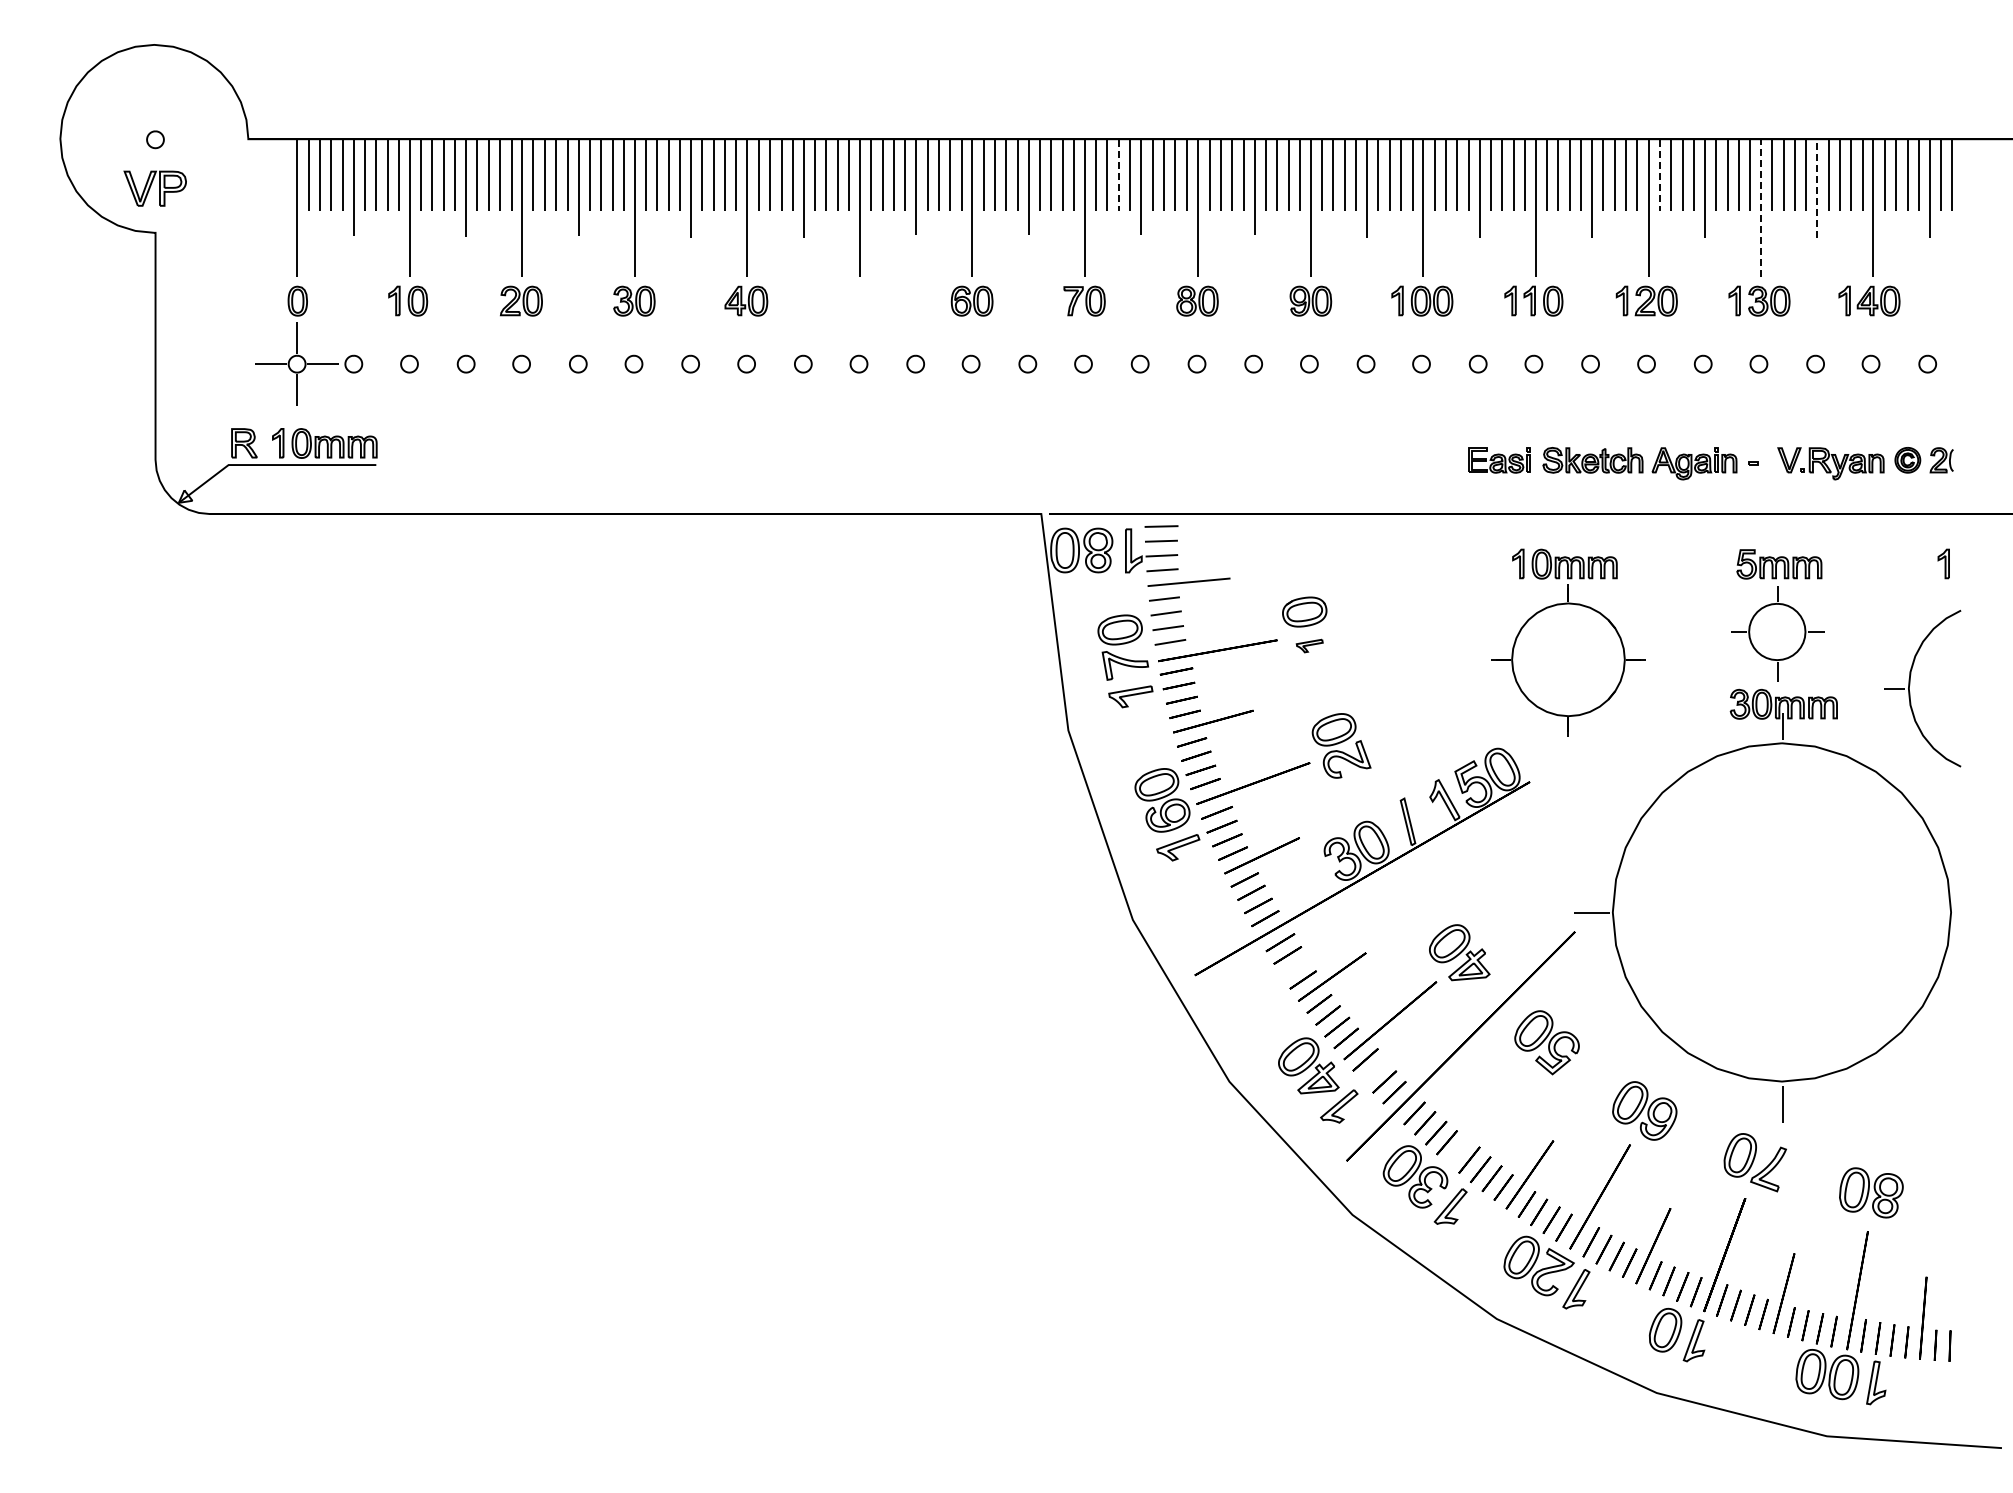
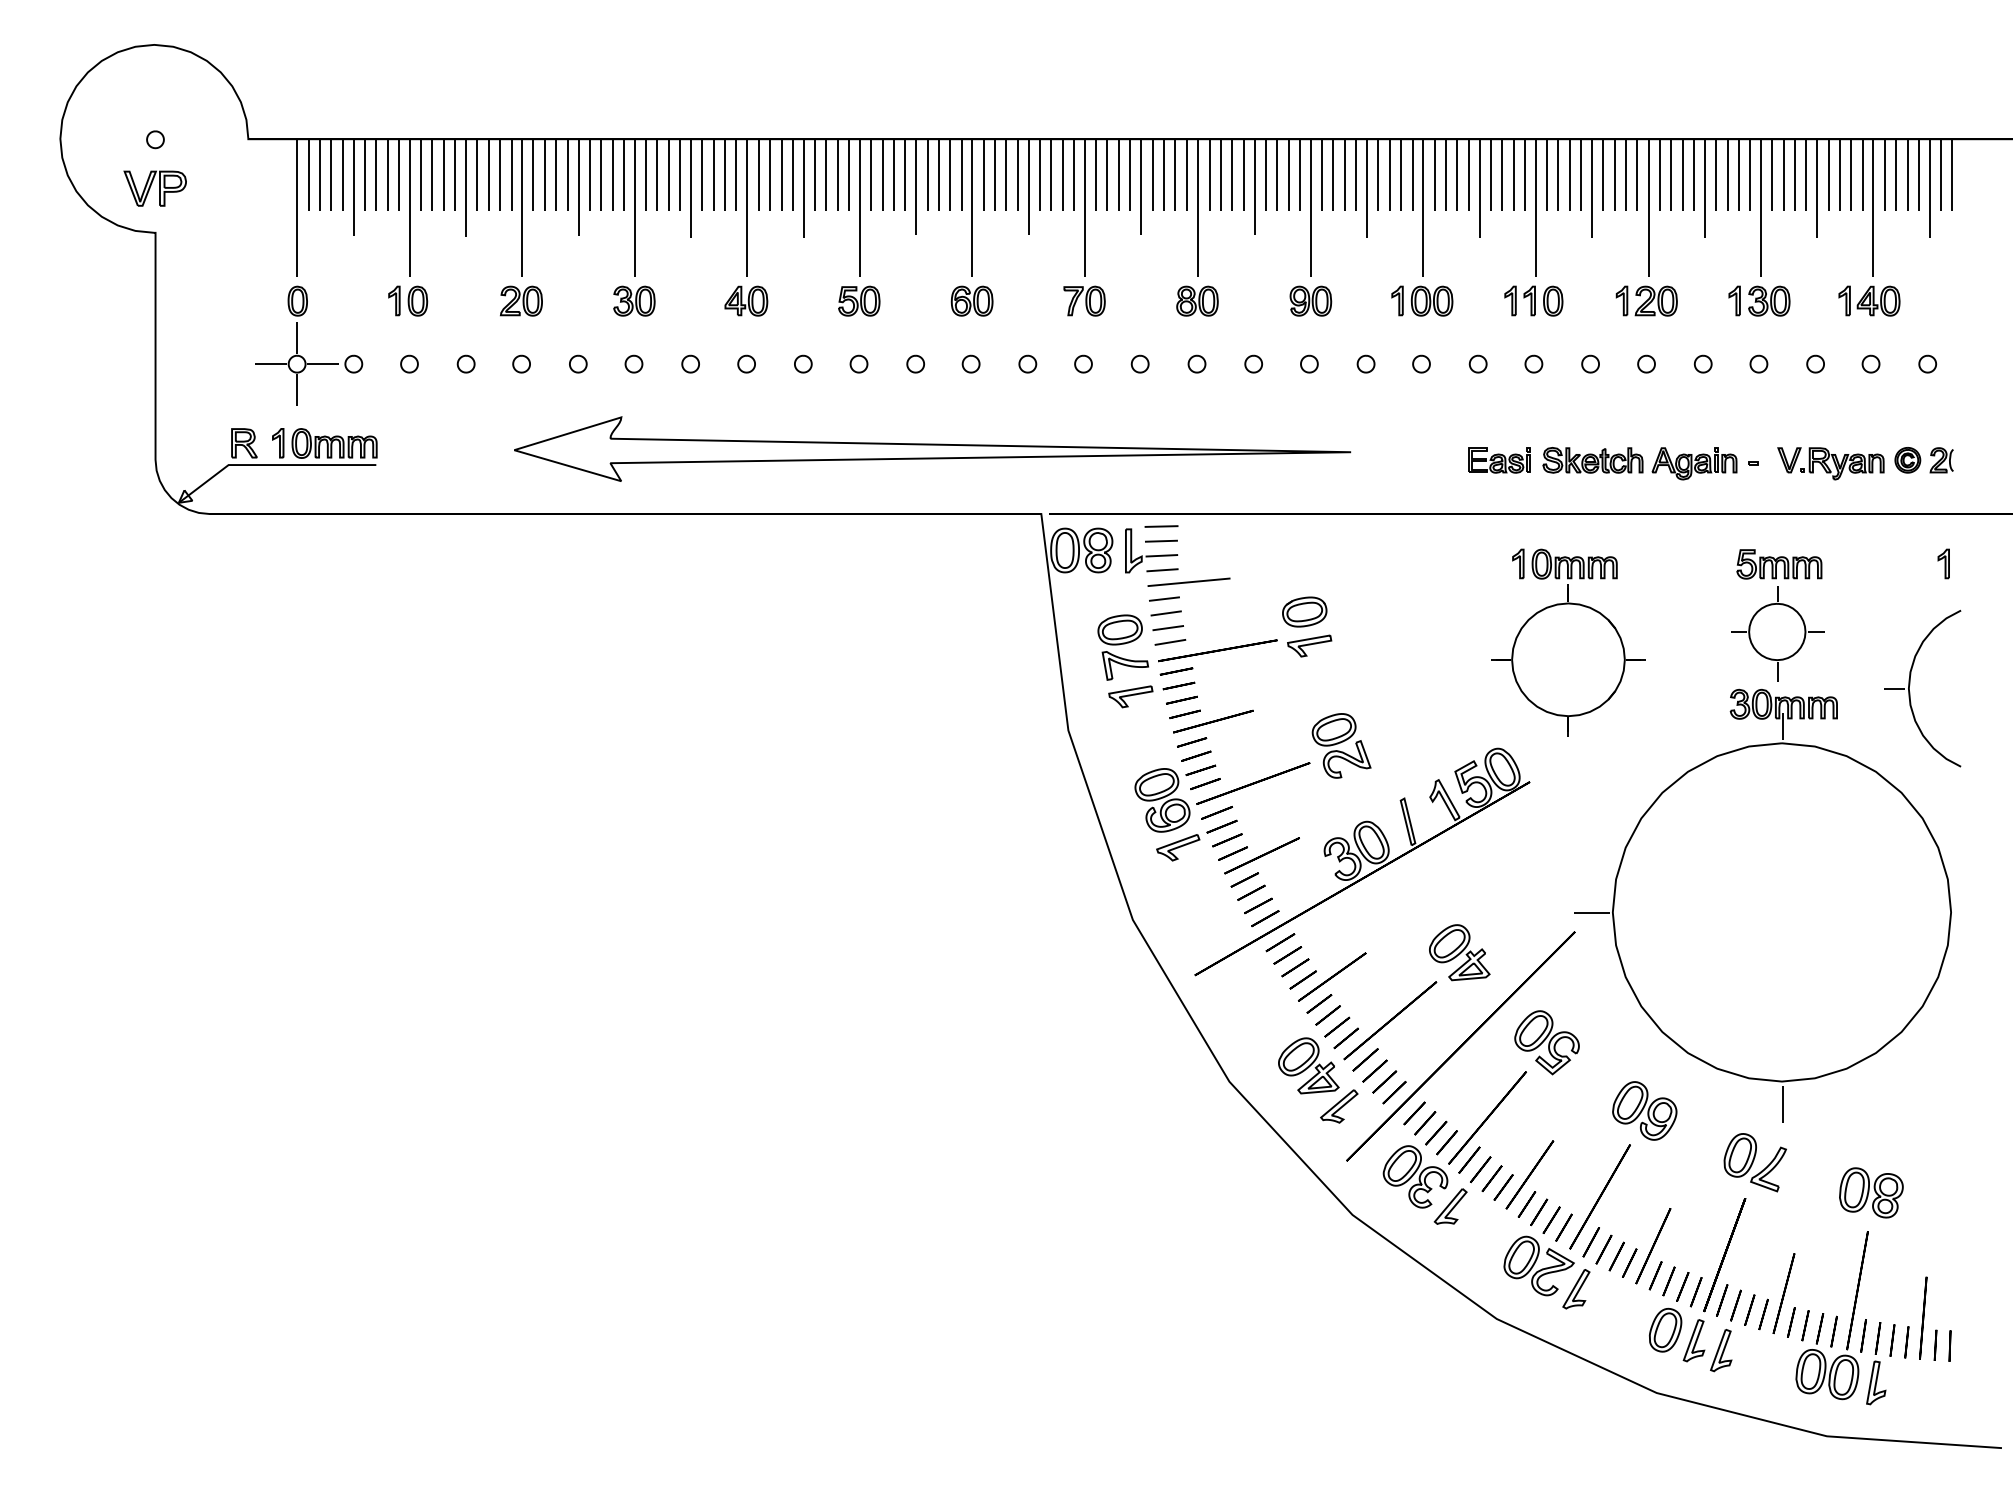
line at (1118, 175): dashed -> solid
line at (1659, 175): dashed -> solid
line at (1817, 188): dashed -> solid
line at (1760, 208): dashed -> solid
part at (859, 300): none -> present
part at (932, 448): none -> present
part at (1309, 645) size: 29x16 px -> 46x24 px
line at (1295, 967): none -> present
line at (1374, 1070): none -> present
line at (1487, 1117): none -> present
part at (1721, 1350): none -> present
